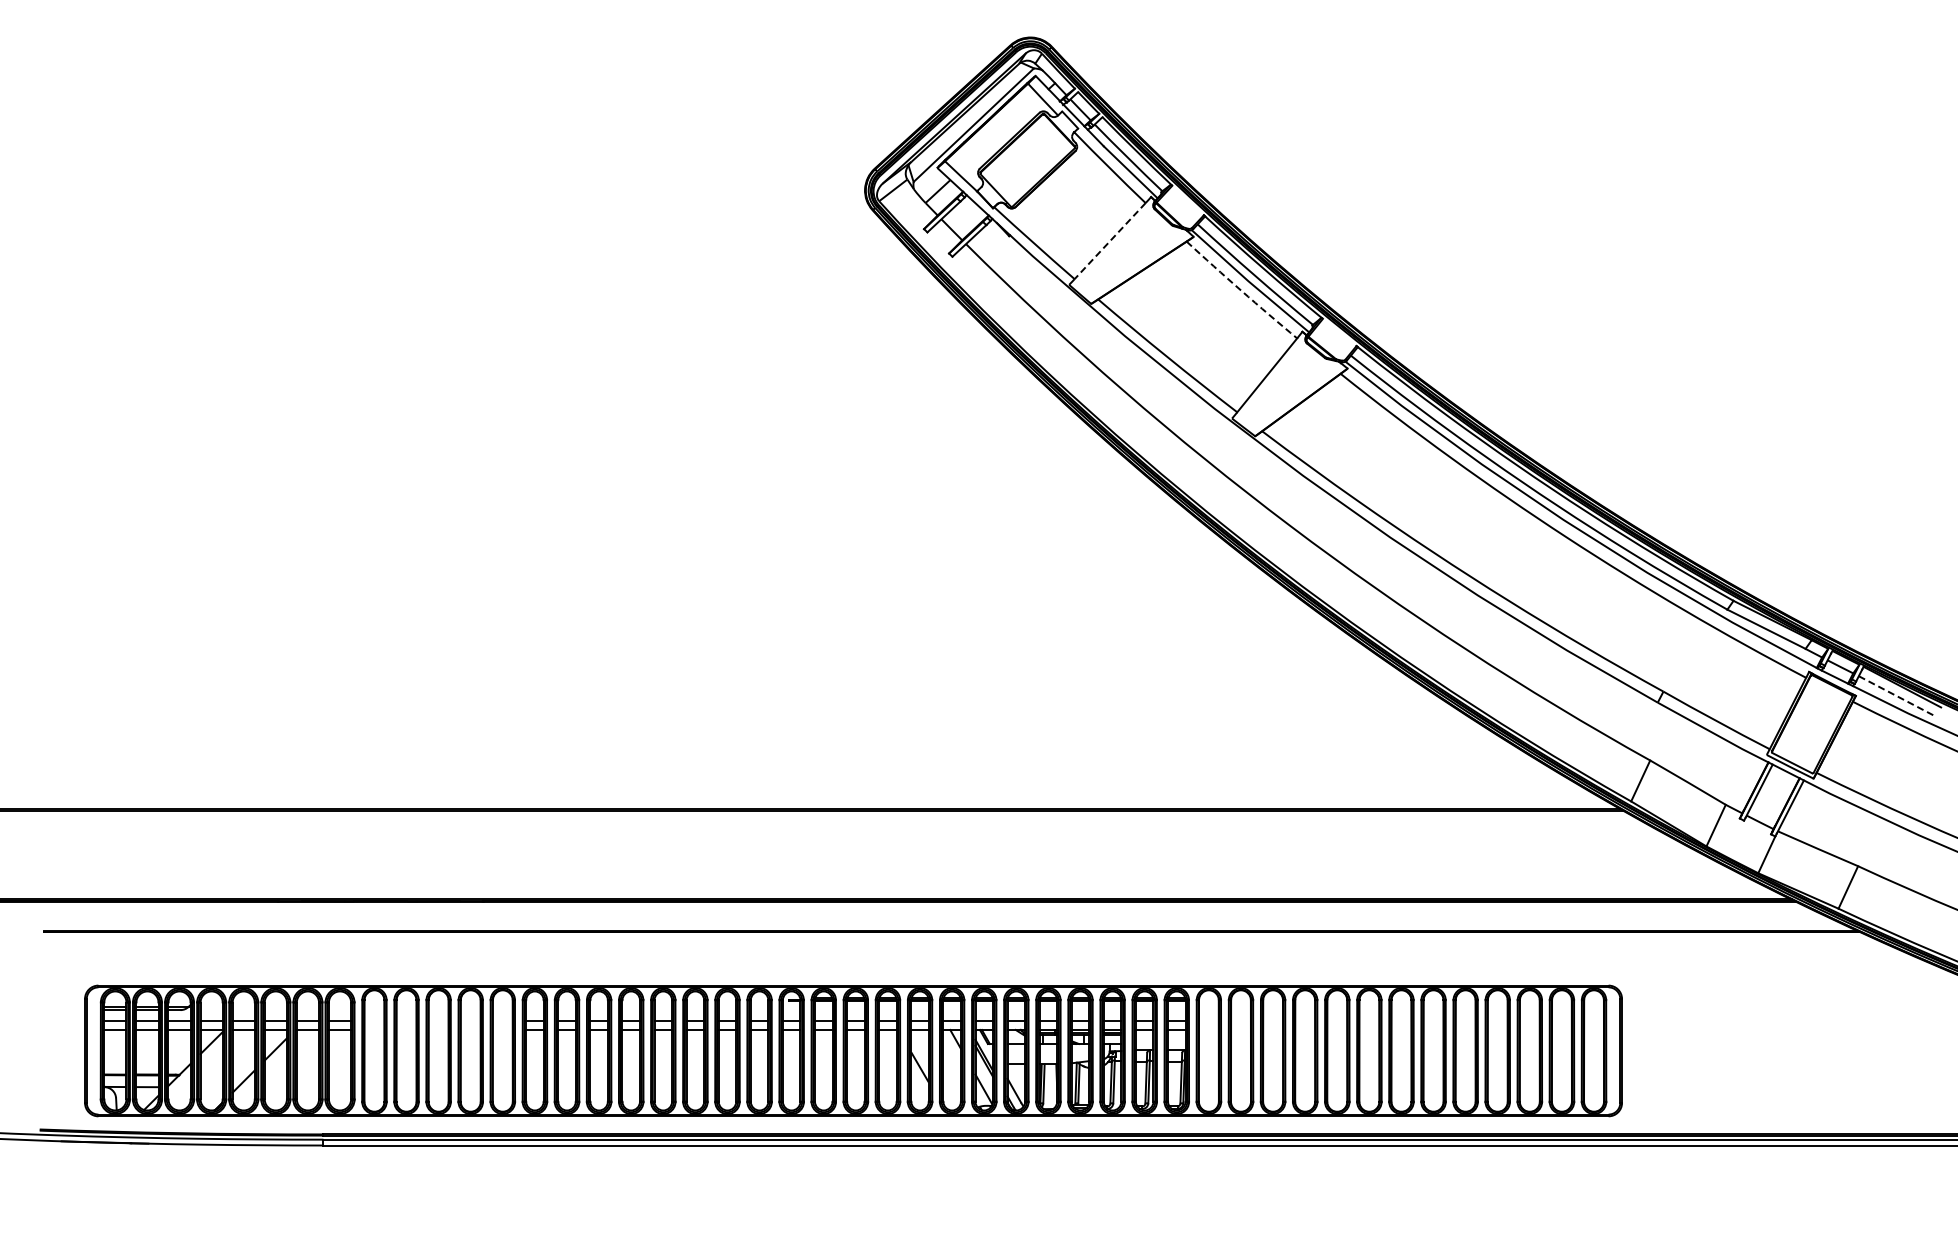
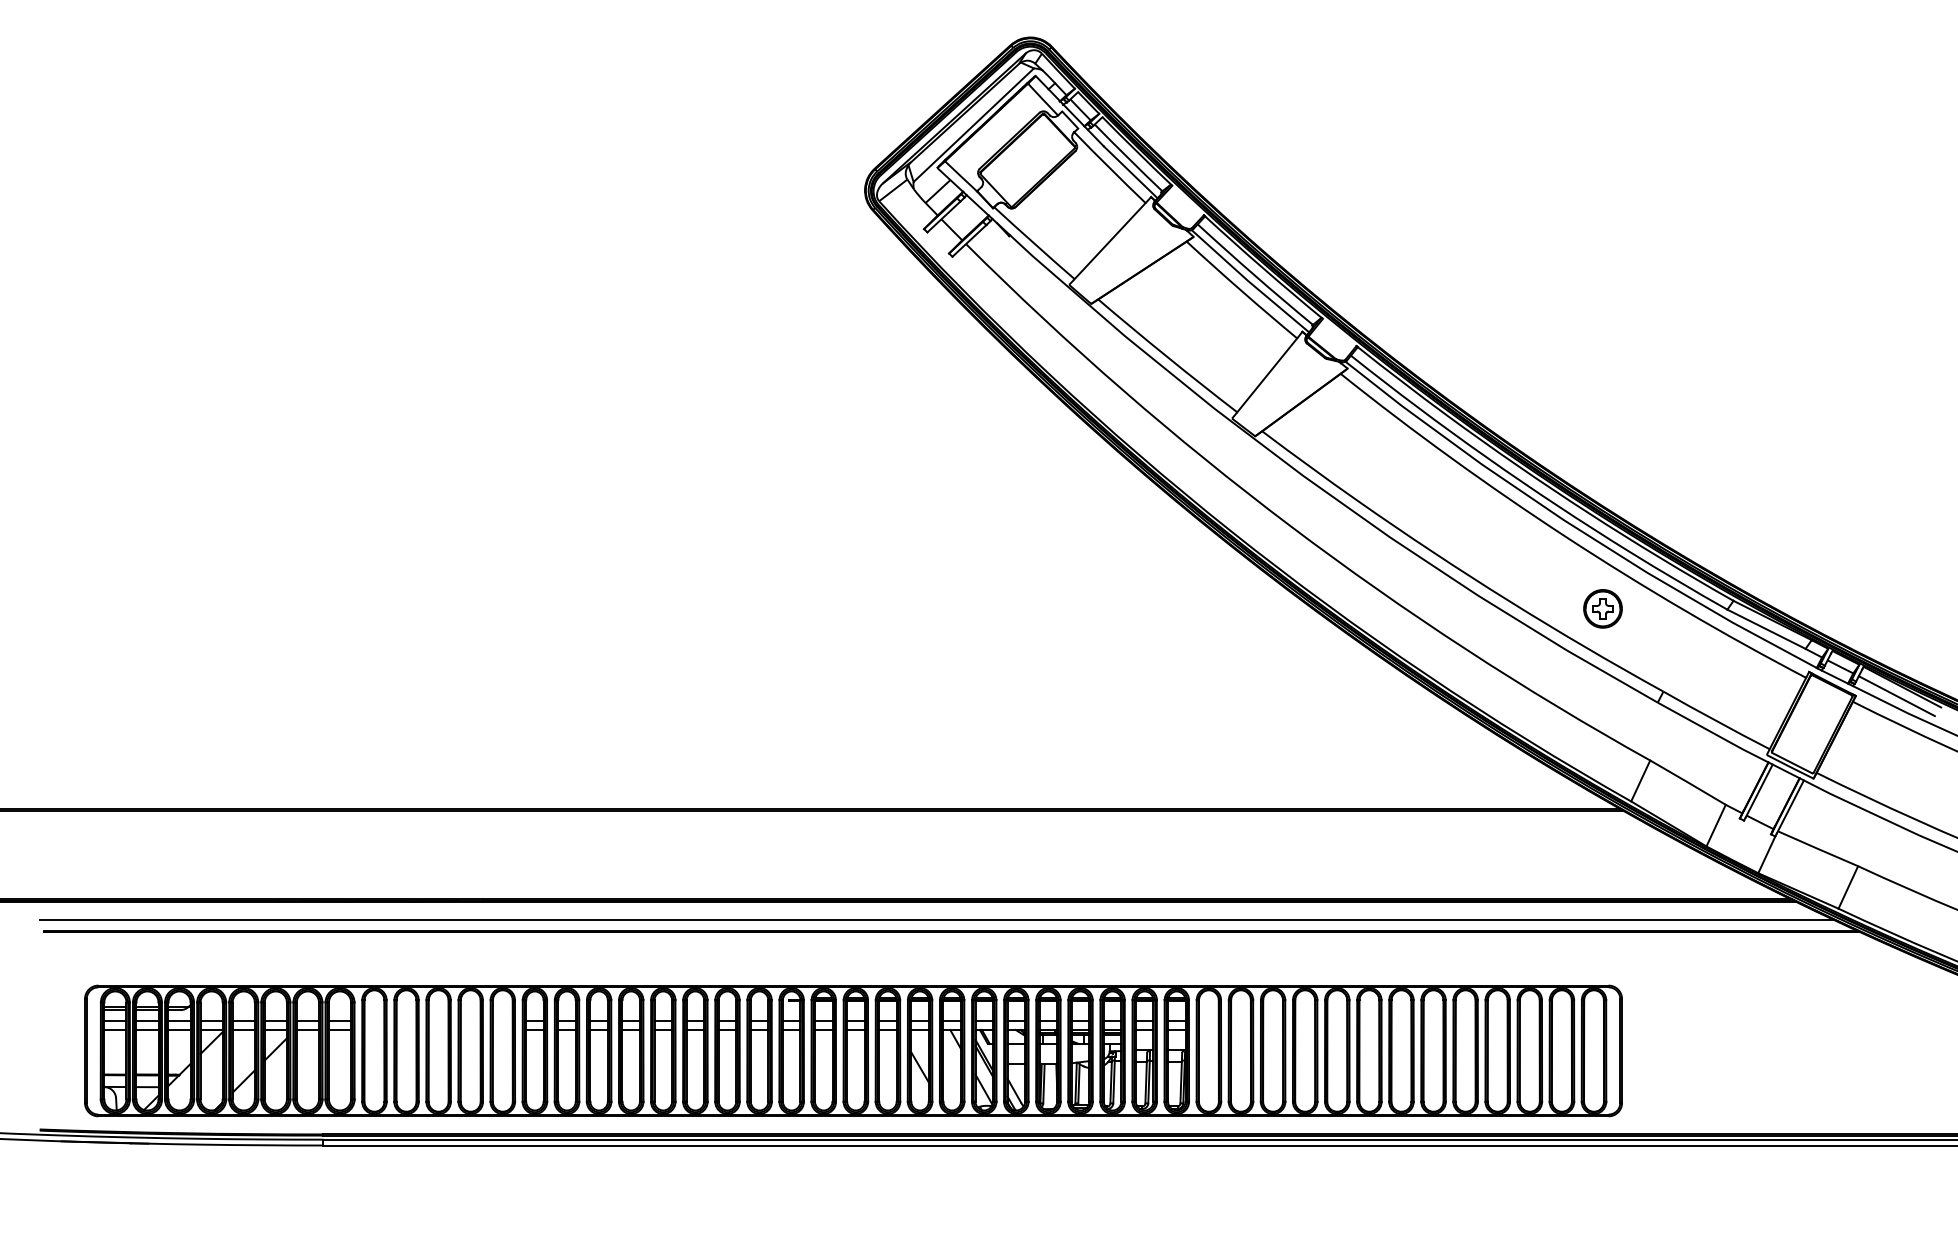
line at (1109, 241): dashed -> solid
arc at (1241, 290): dashed -> solid
part at (1602, 608): none -> present
line at (1896, 696): dashed -> solid
line at (936, 920): none -> present
